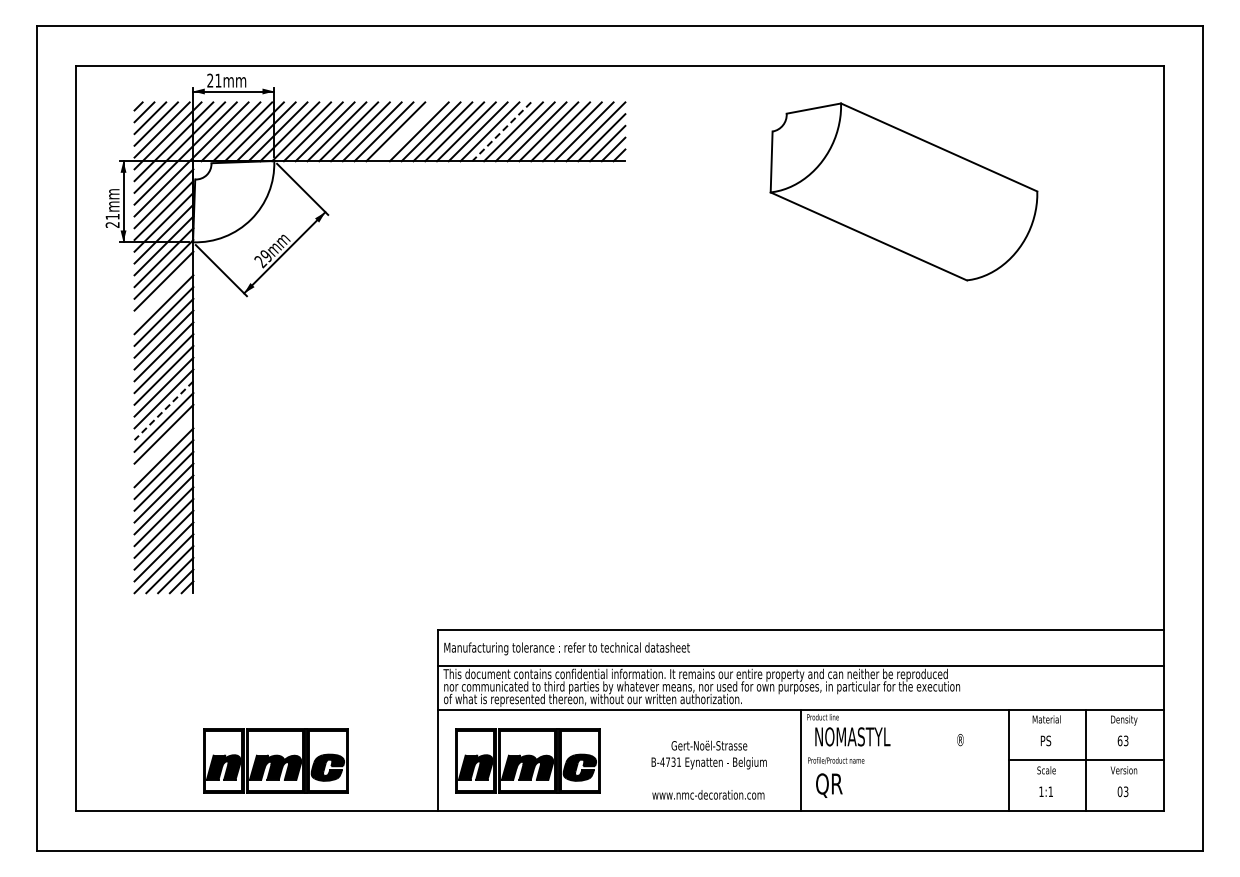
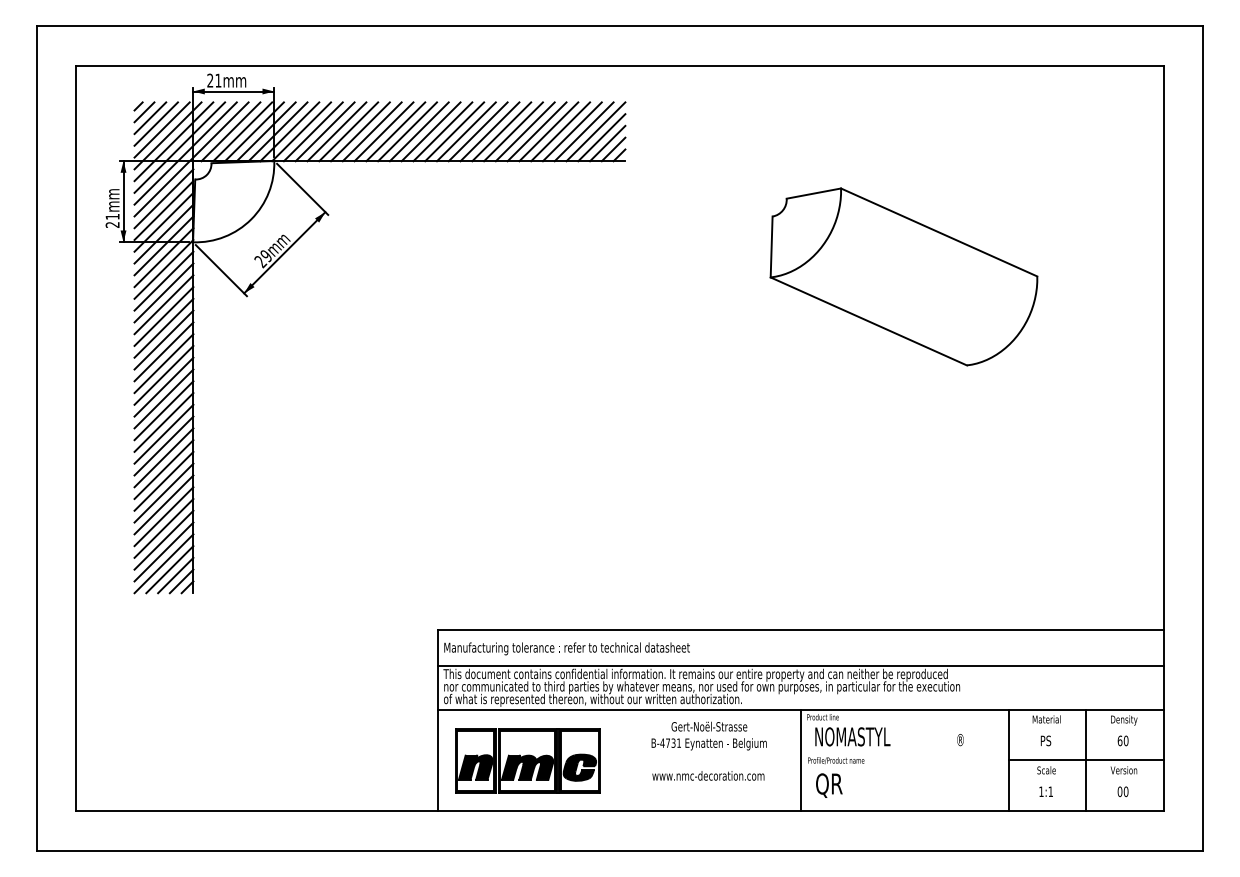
line at (407, 131): none -> present
line at (501, 131): dashed -> solid
part at (903, 191) position: (903, 191) -> (903, 276)
line at (163, 292): none -> present
line at (164, 410): dashed -> solid
line at (163, 445): none -> present
text at (1125, 740): 63 -> 60
part at (275, 760): present -> none
text at (708, 769) position: (708, 769) -> (708, 750)
text at (1125, 791): 03 -> 00
